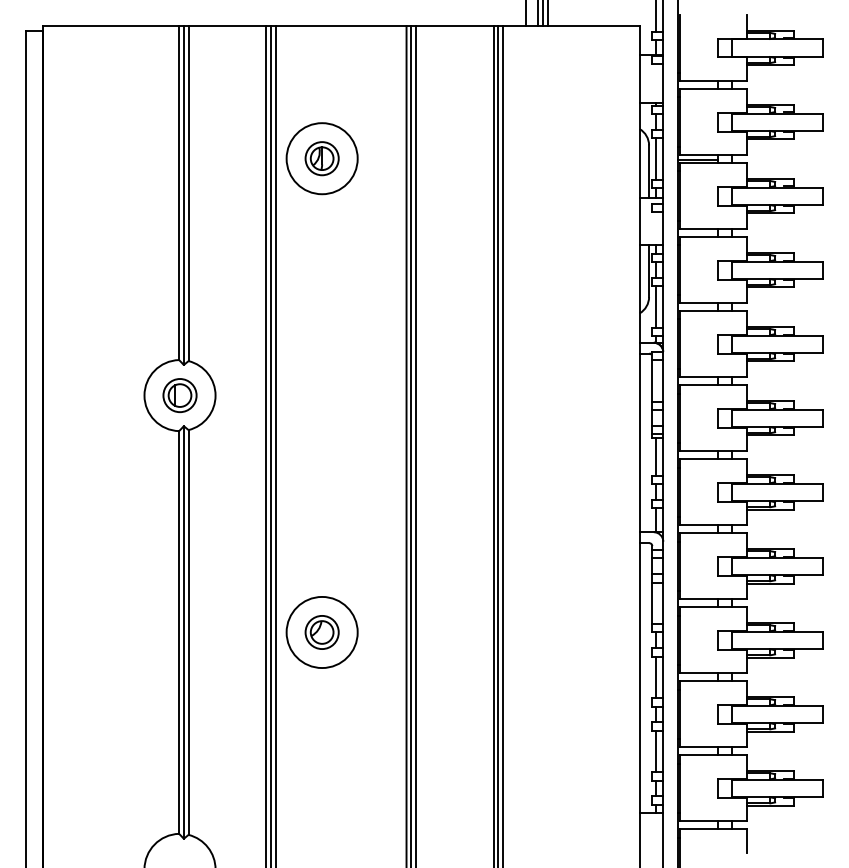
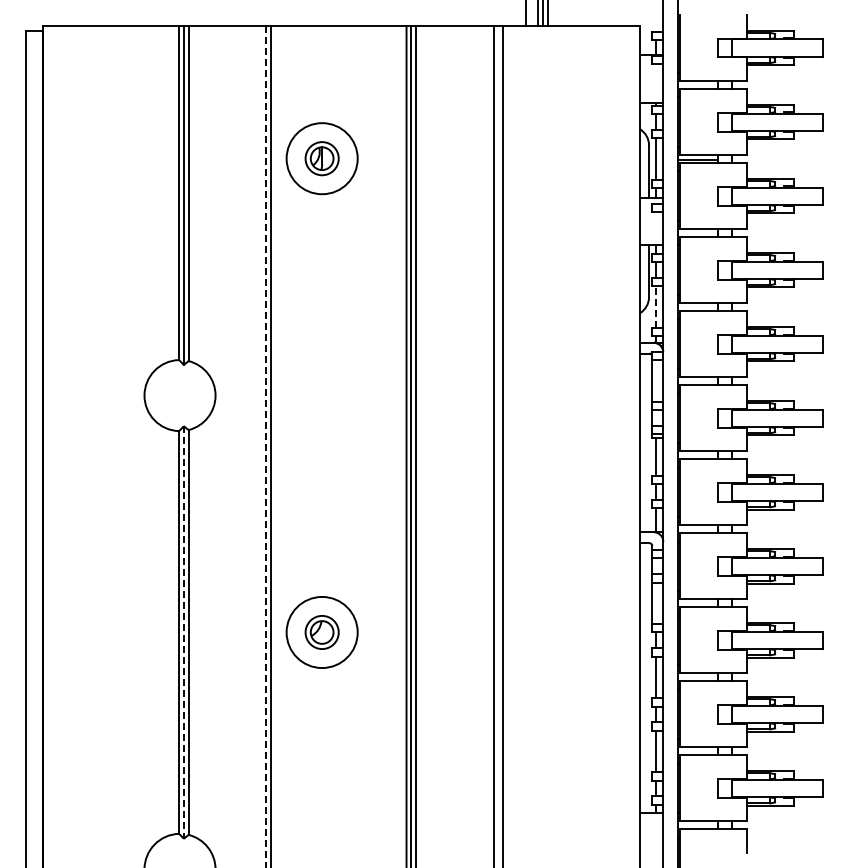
line at (655, 16): present -> none
line at (655, 307): solid -> dashed
part at (179, 395): present -> none
line at (275, 445): present -> none
line at (498, 445): present -> none
line at (266, 447): solid -> dashed
line at (183, 632): solid -> dashed
